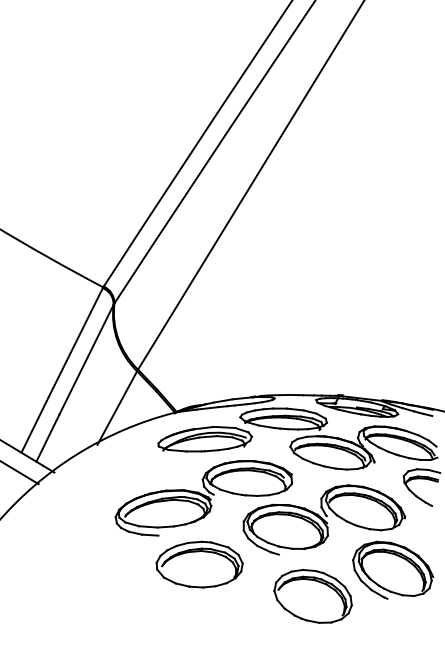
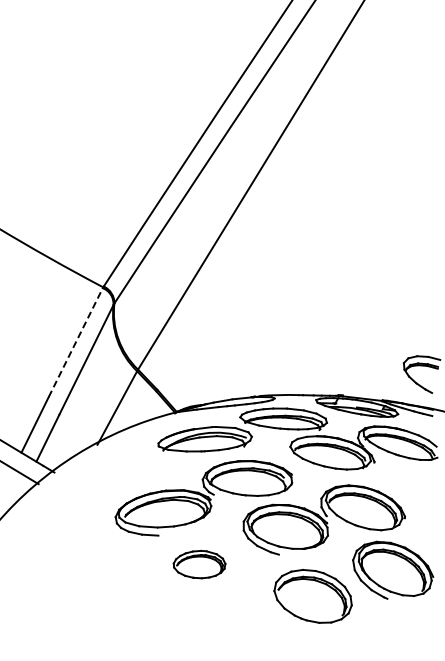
line at (75, 342): solid -> dashed
part at (421, 479) position: (421, 479) -> (421, 366)
part at (199, 564) size: 89x49 px -> 55x31 px
